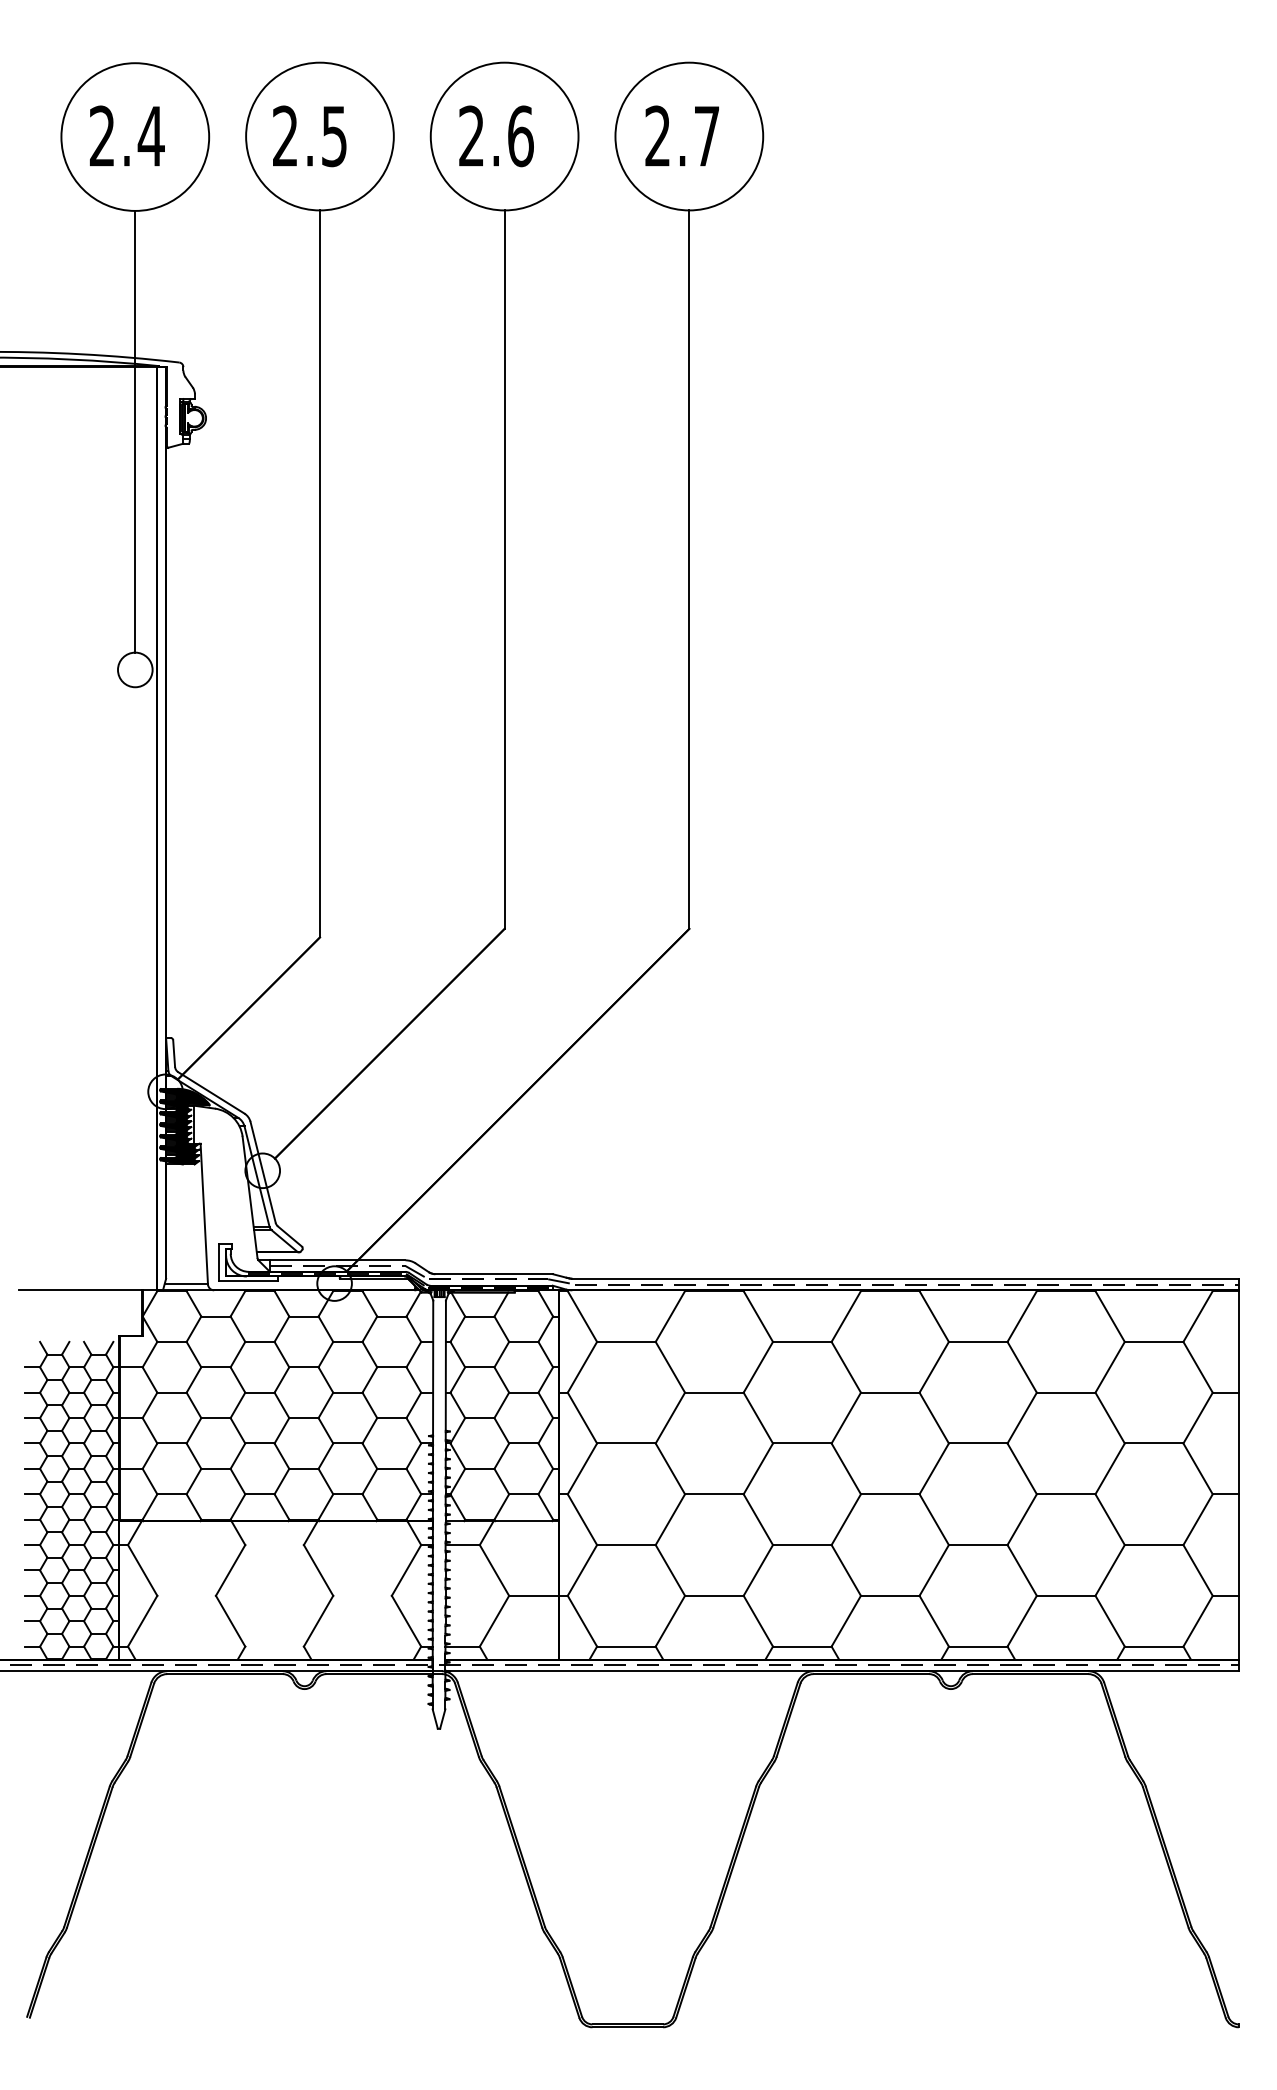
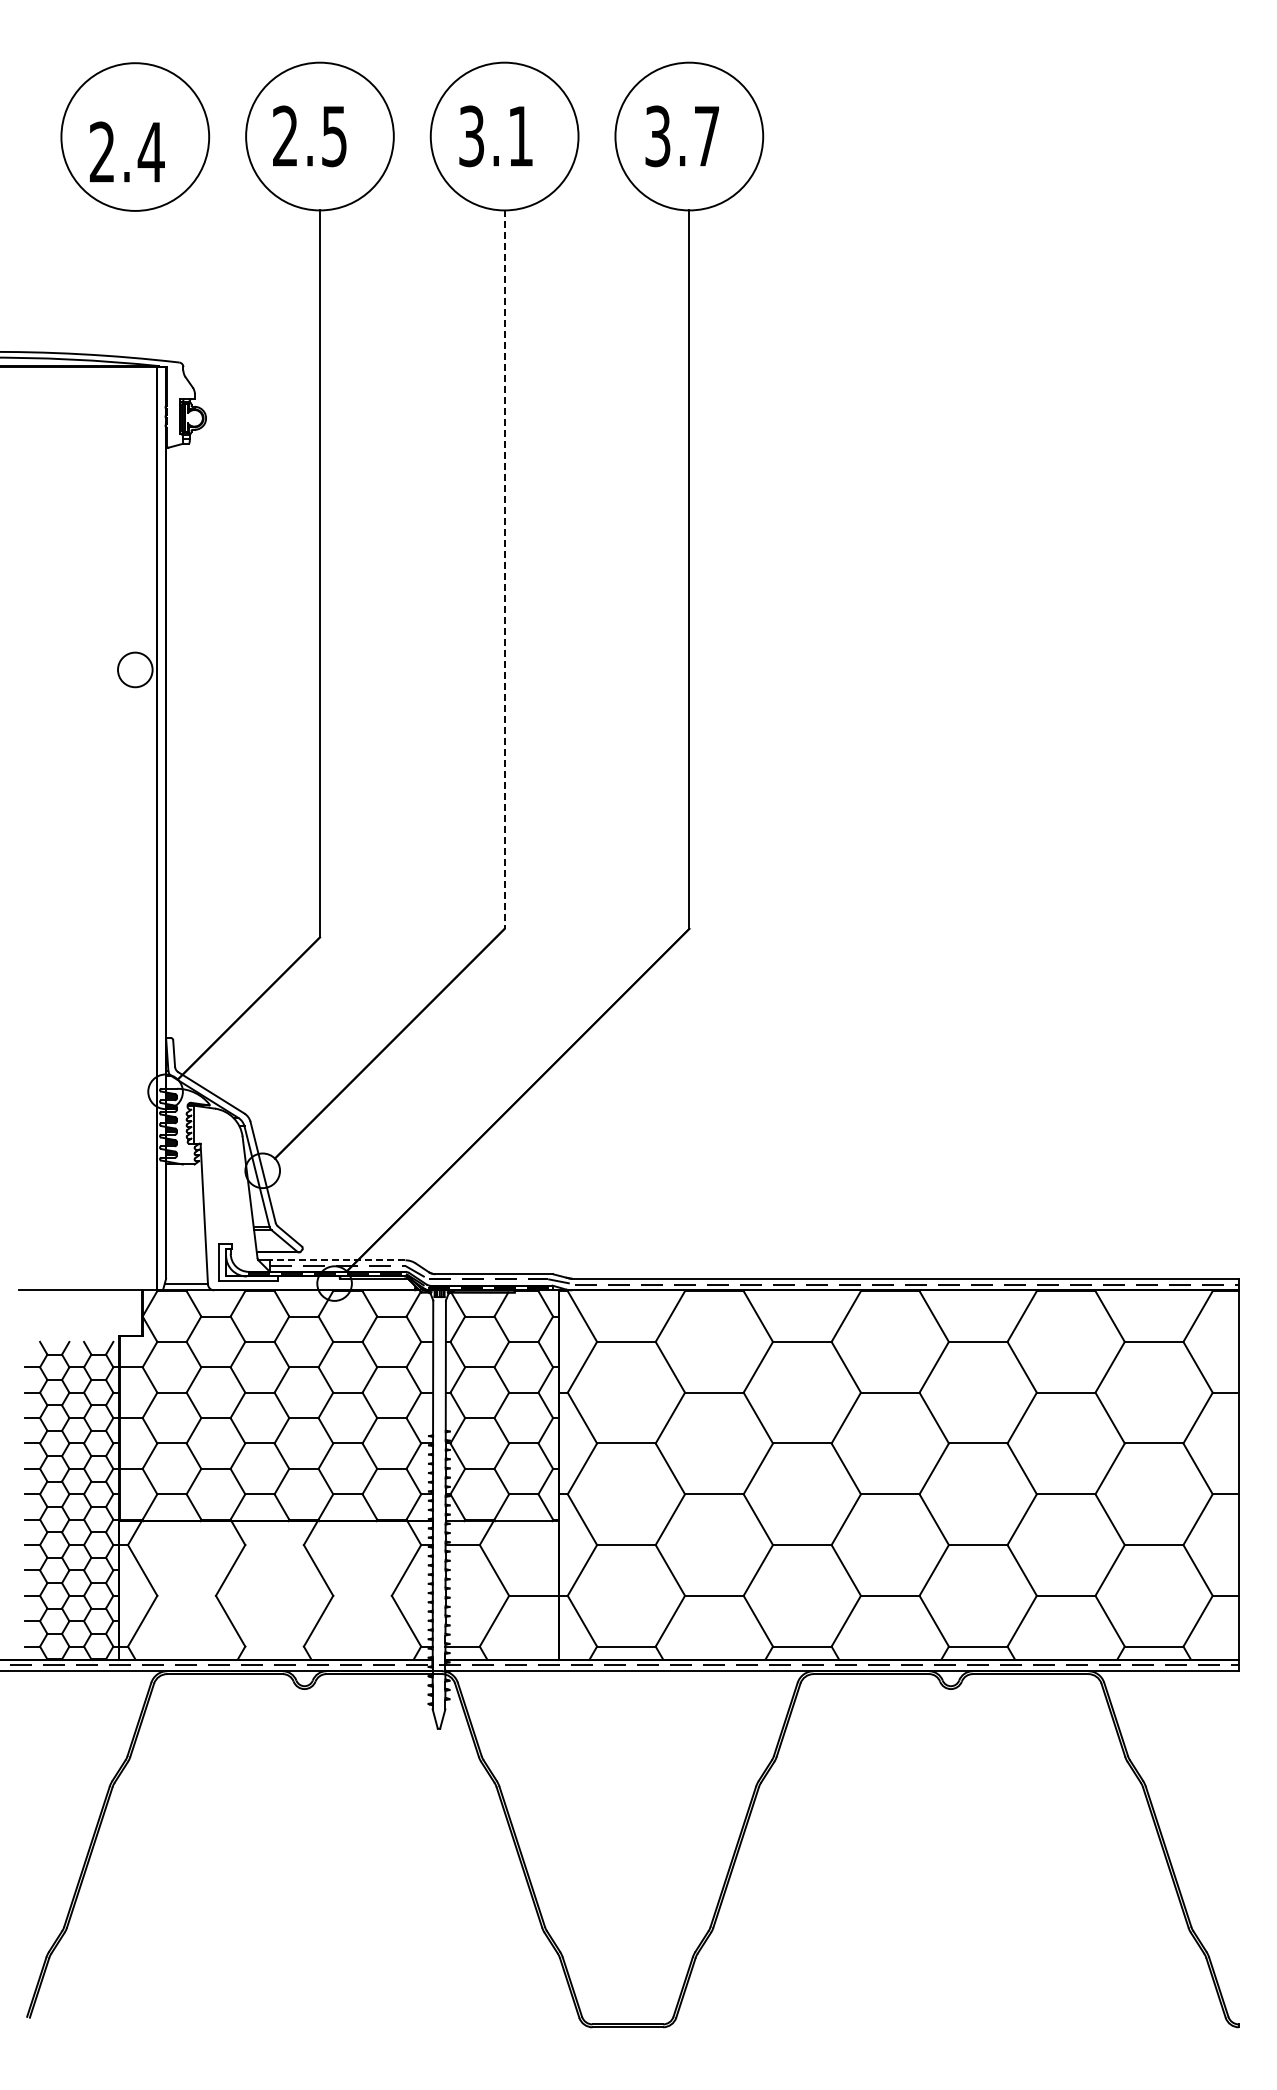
text at (127, 135) position: (127, 135) -> (127, 151)
text at (496, 136): 2.6 -> 3.1
text at (657, 136): 2.7 -> 3.7
line at (135, 431): present -> none
line at (504, 570): solid -> dashed
fill at (184, 1126): present -> none
line at (337, 1260): solid -> dashed
